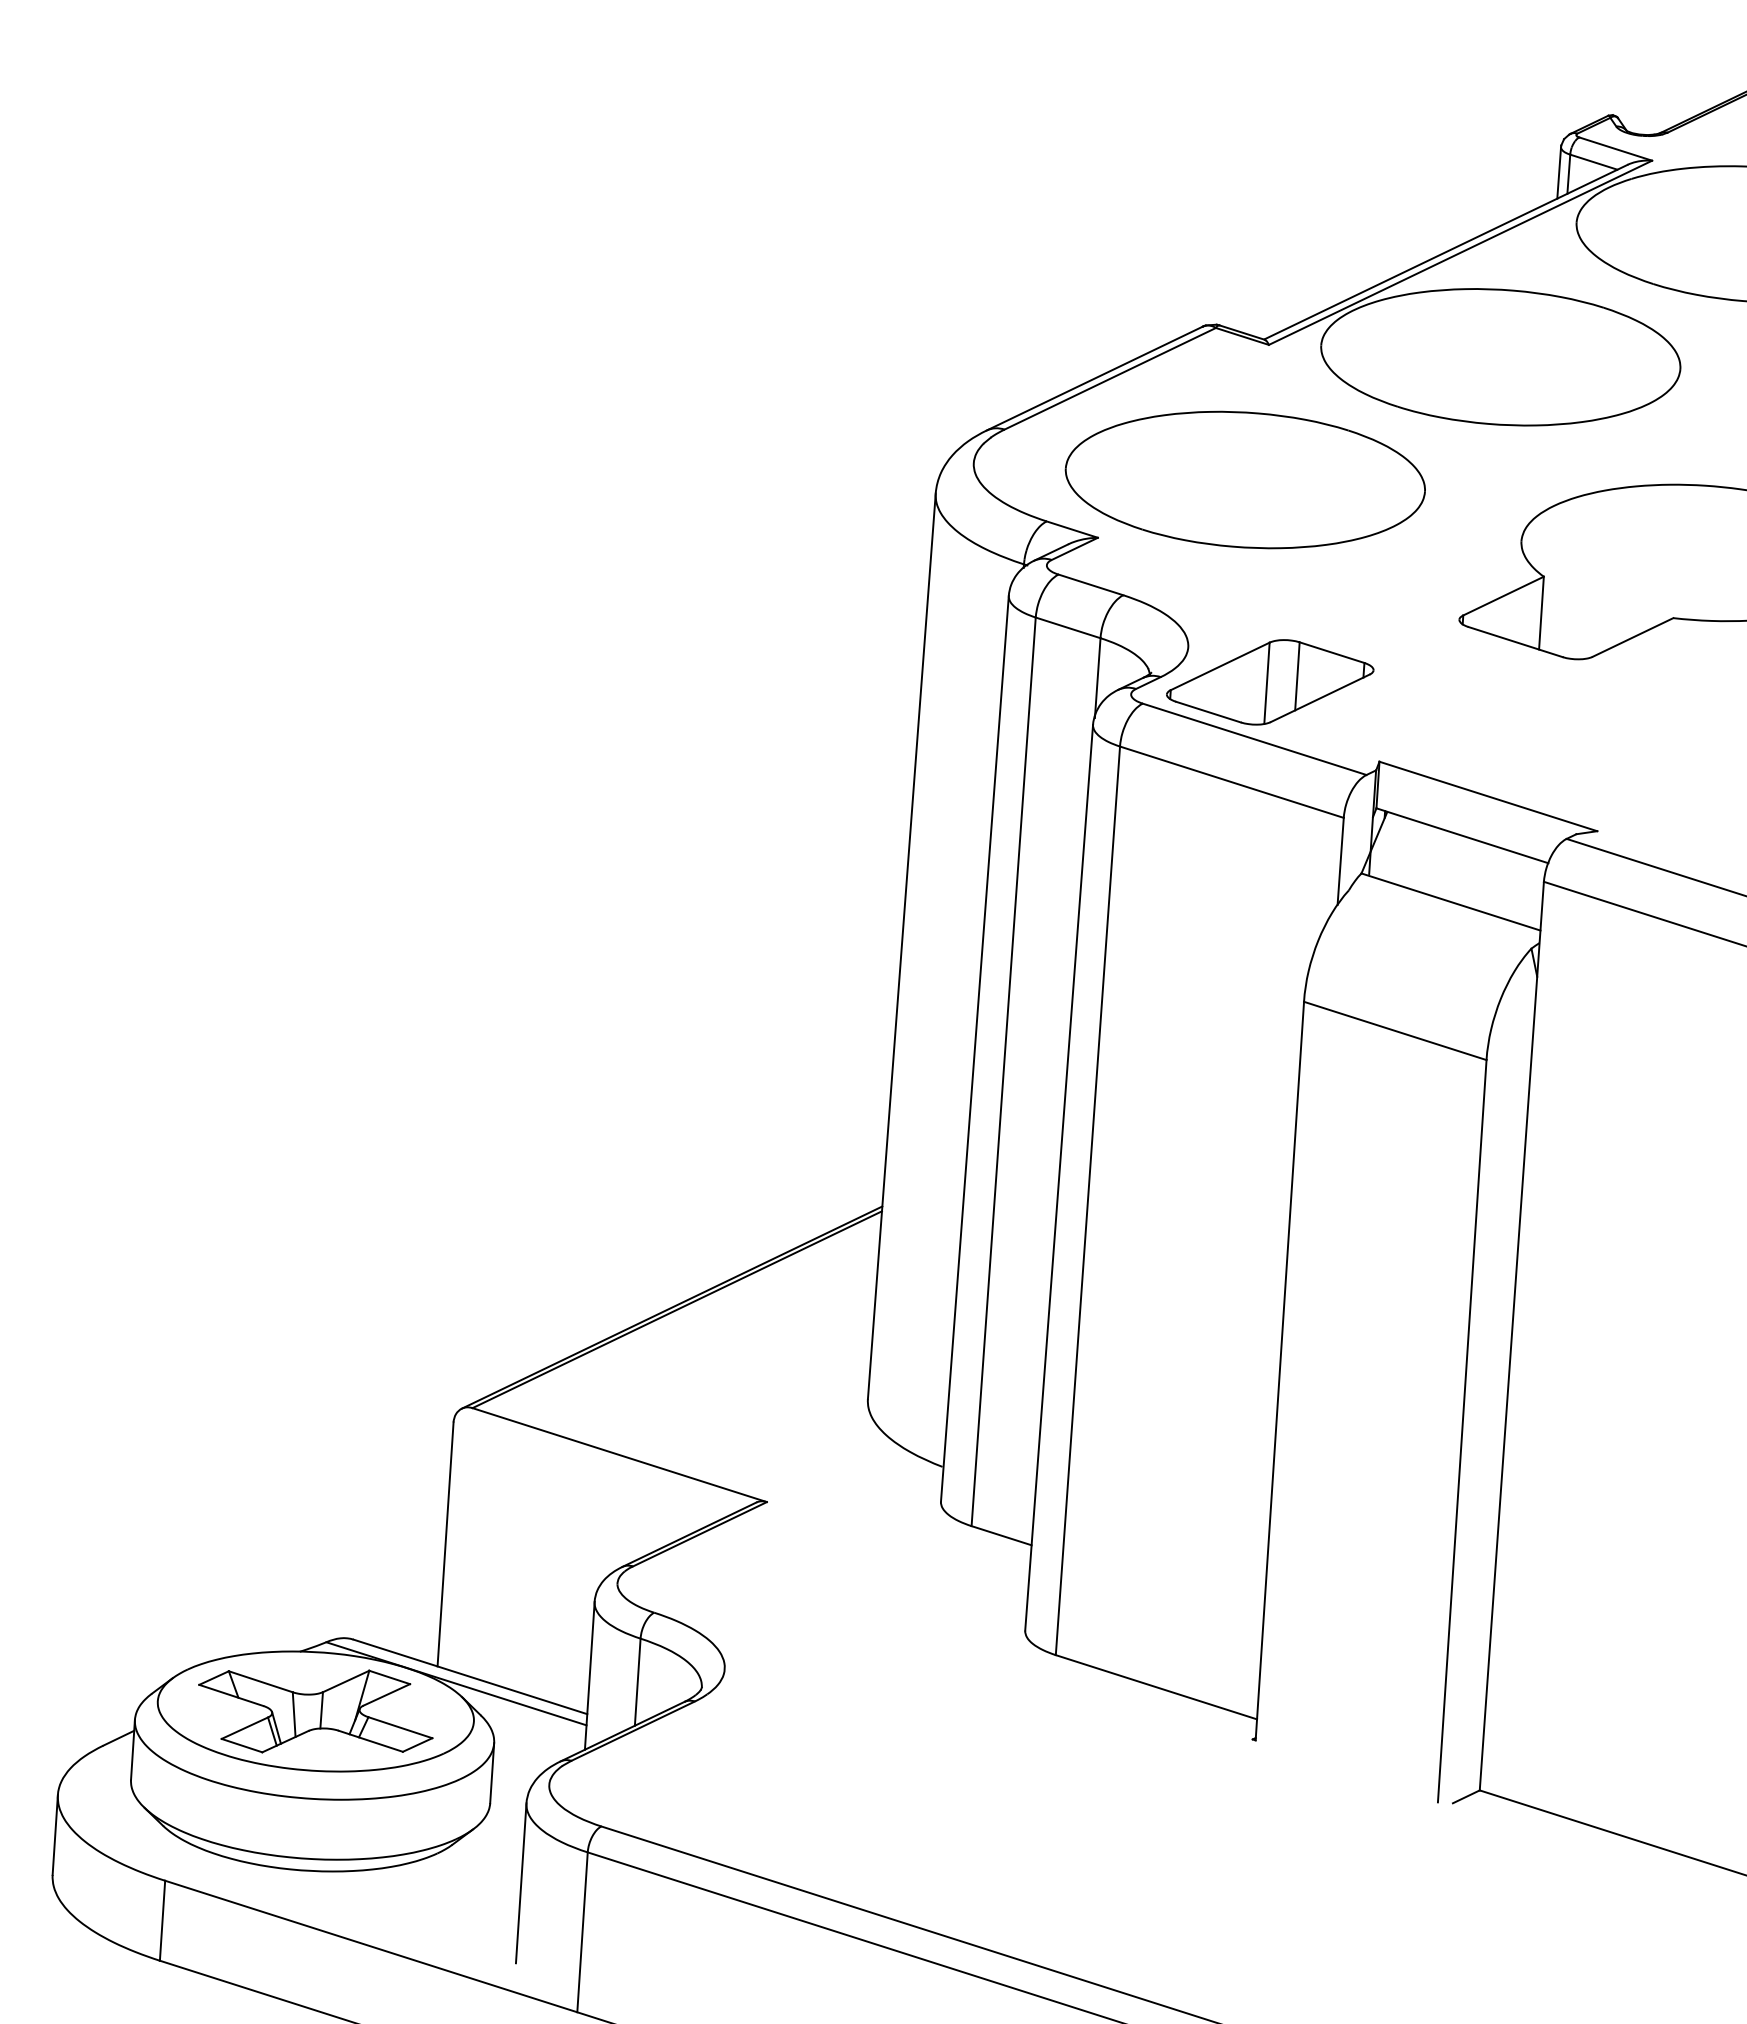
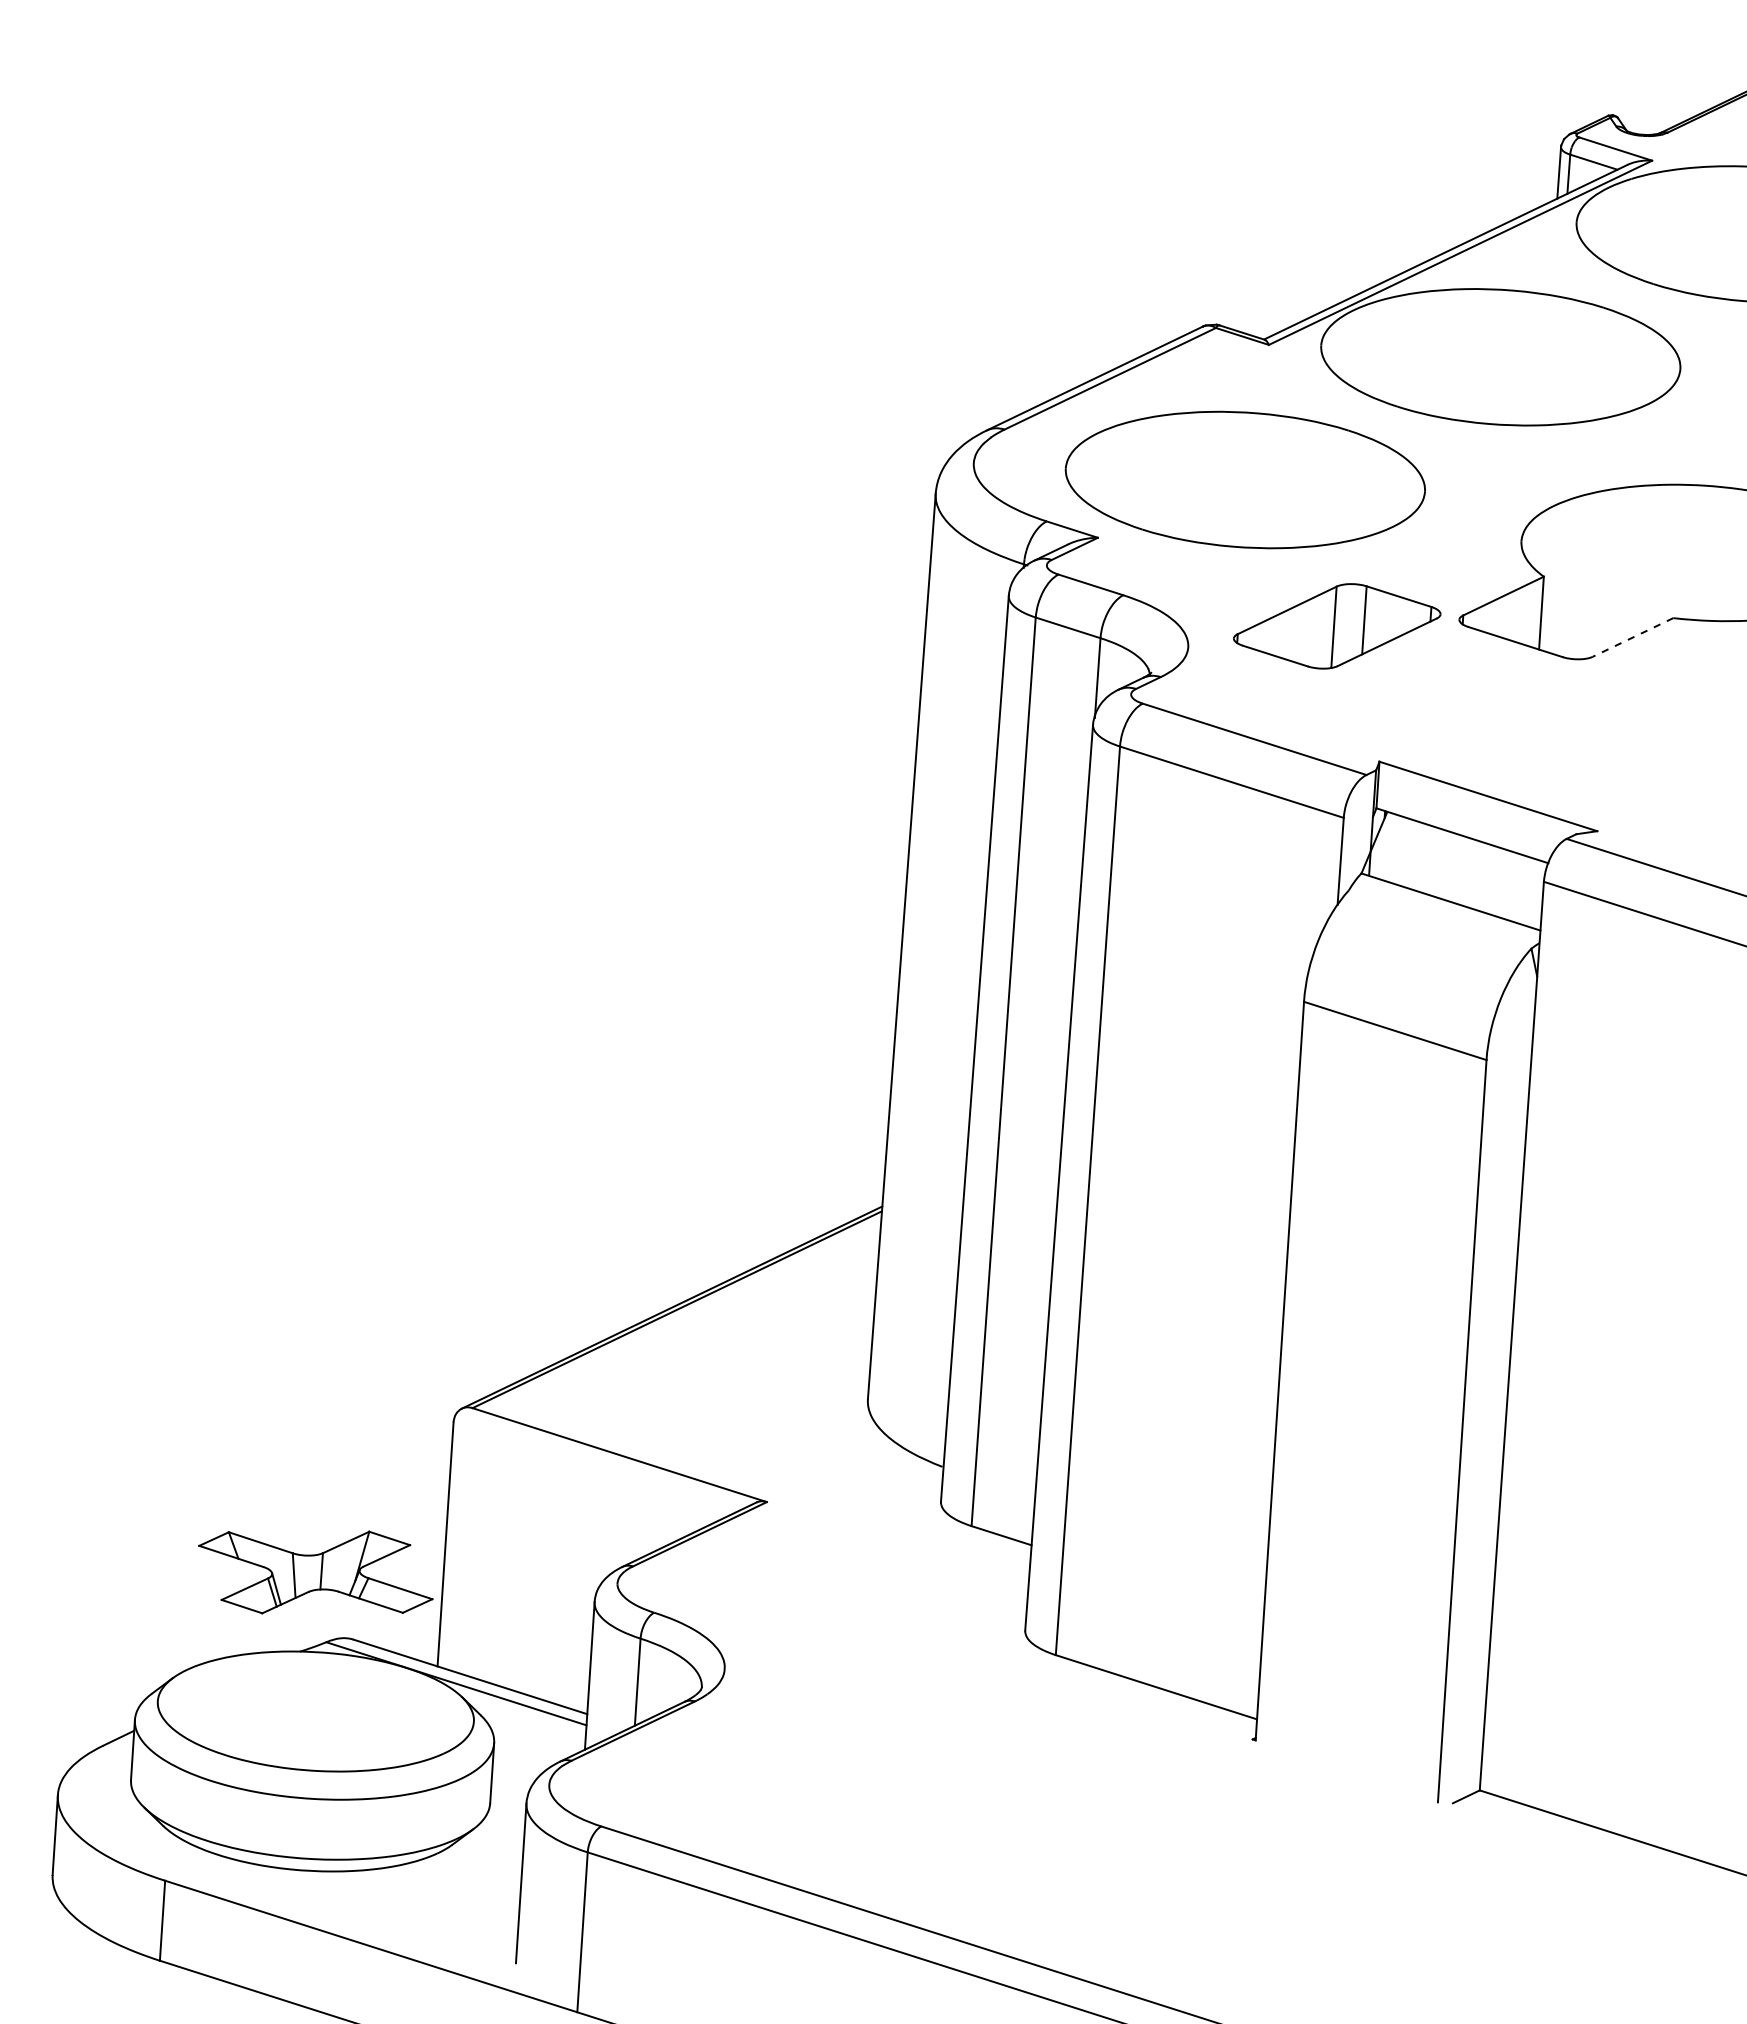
line at (1633, 637): solid -> dashed
part at (1270, 682) position: (1270, 682) -> (1337, 626)
part at (315, 1711) position: (315, 1711) -> (315, 1572)
